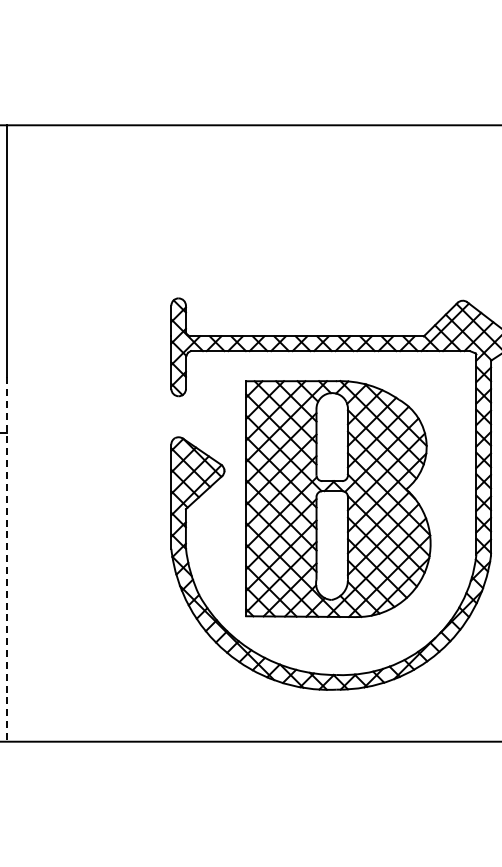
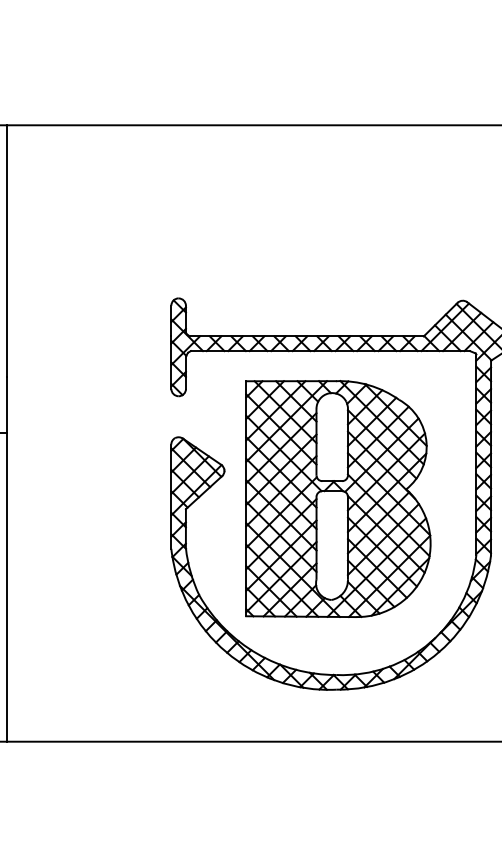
line at (6, 559): dashed -> solid
